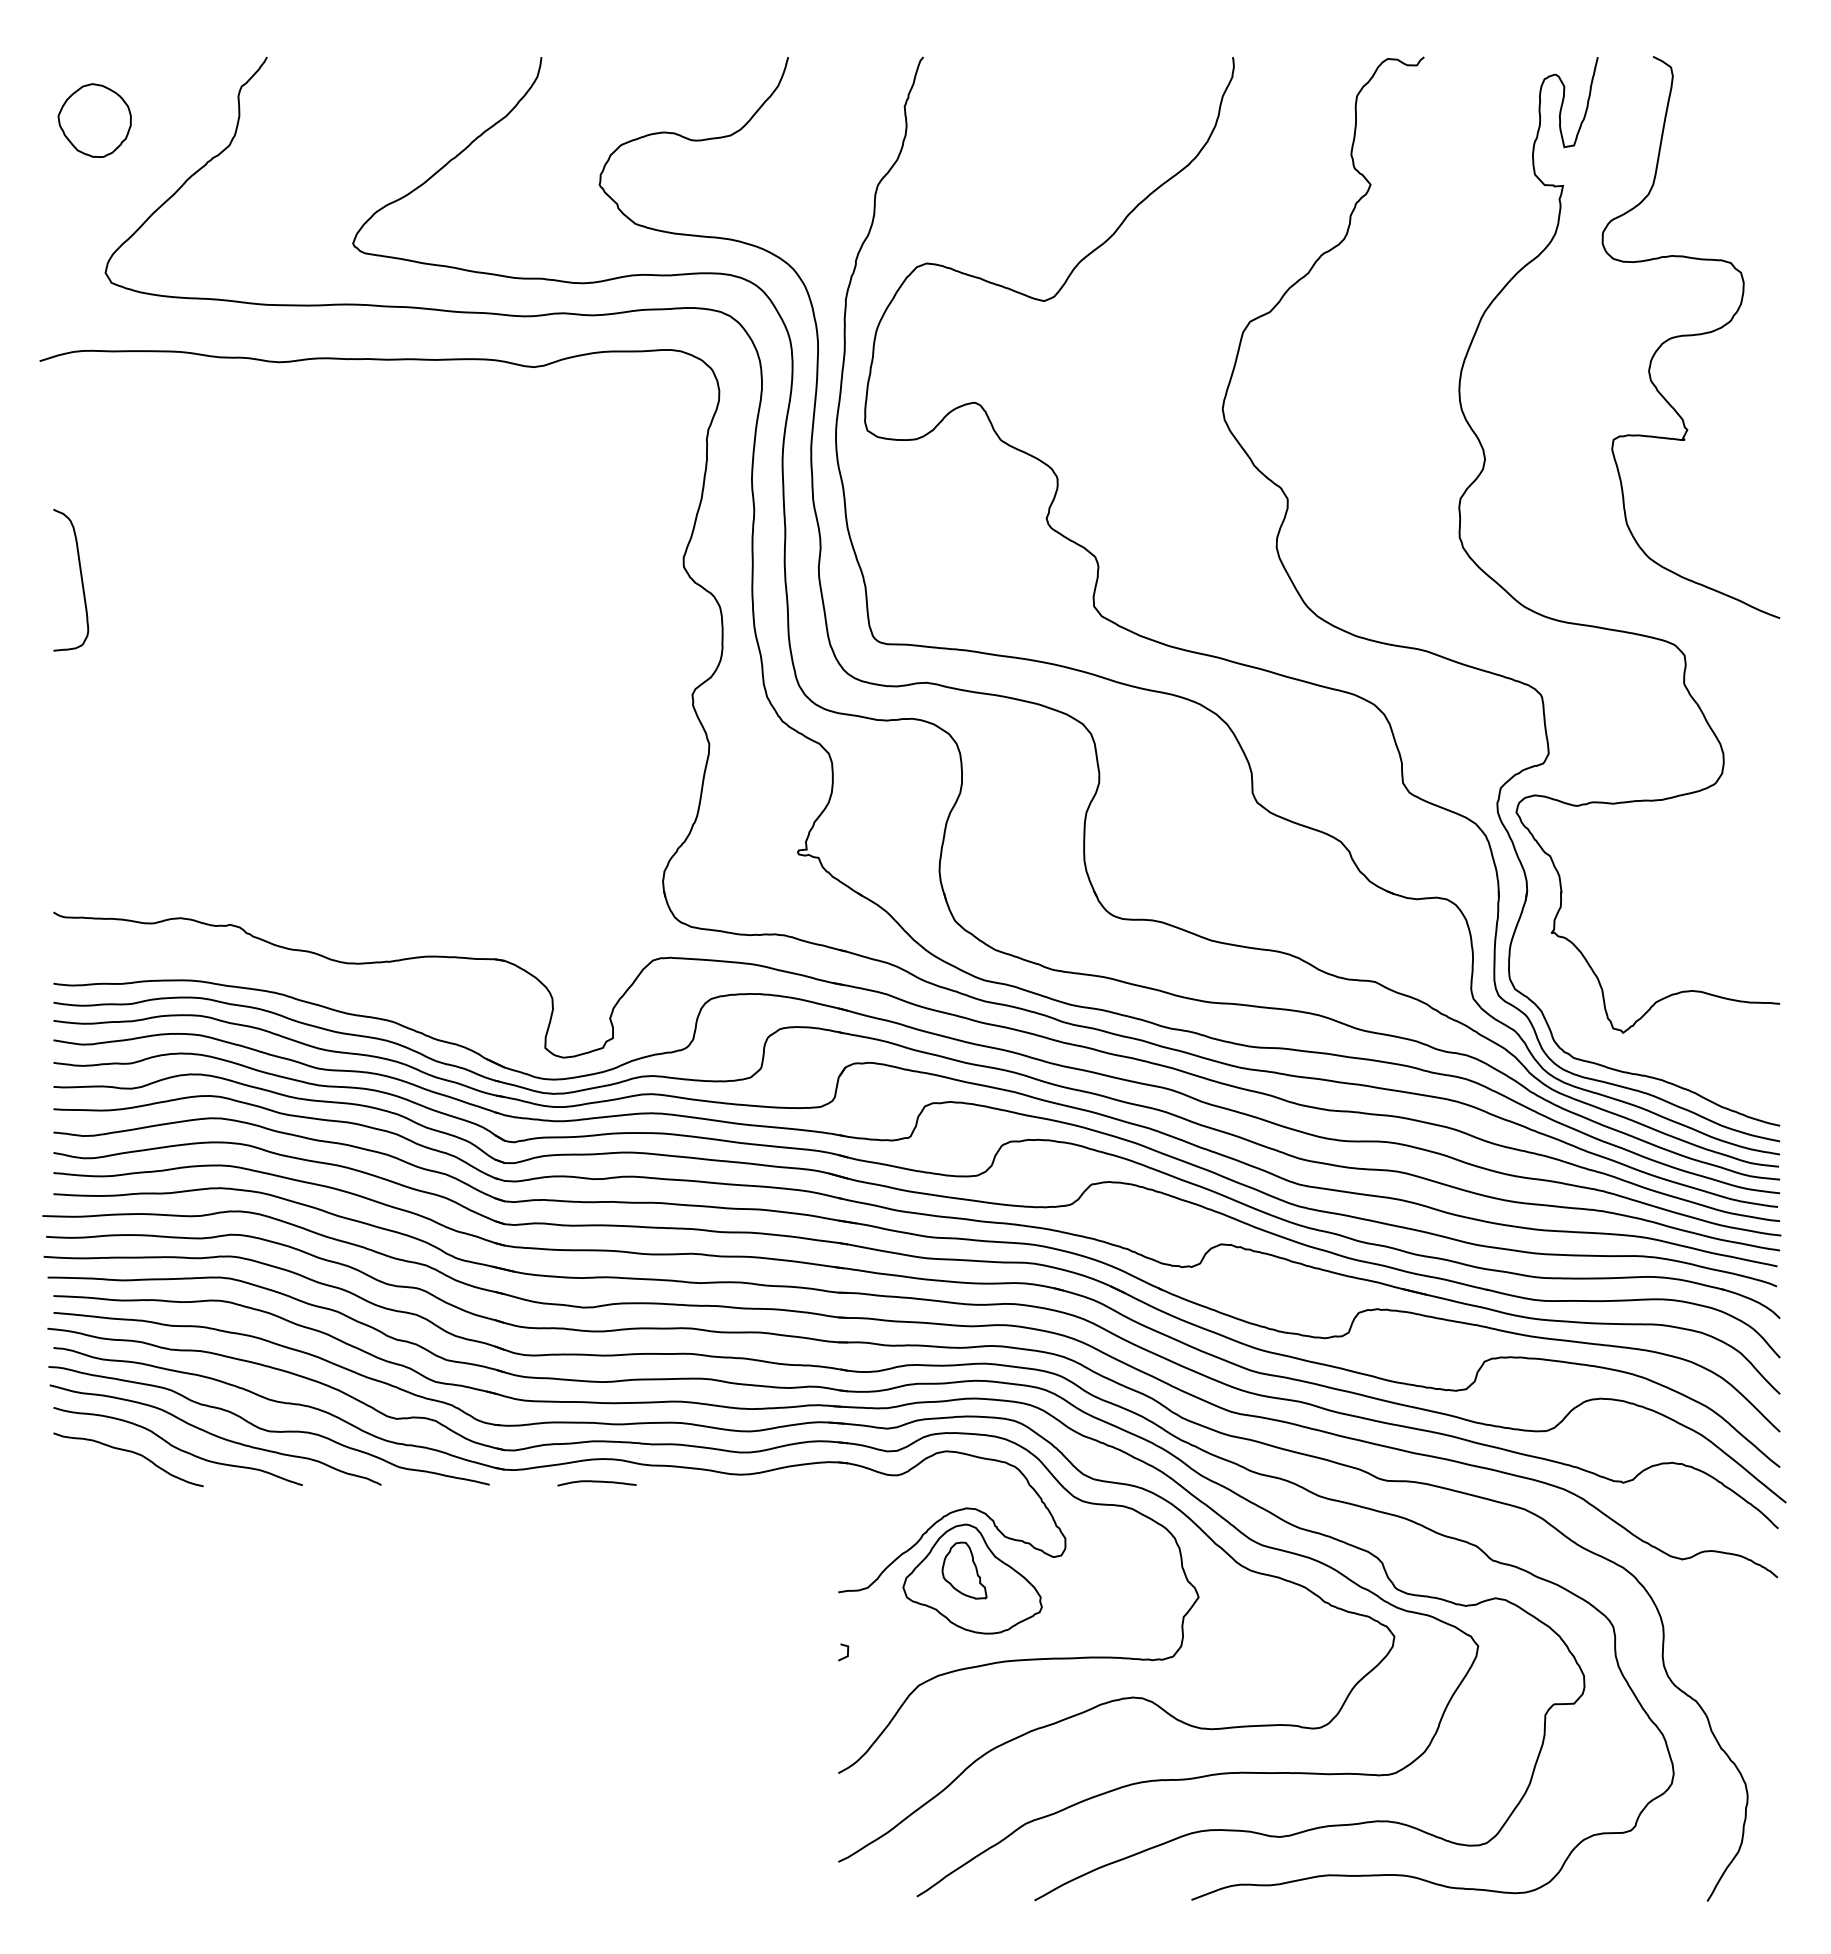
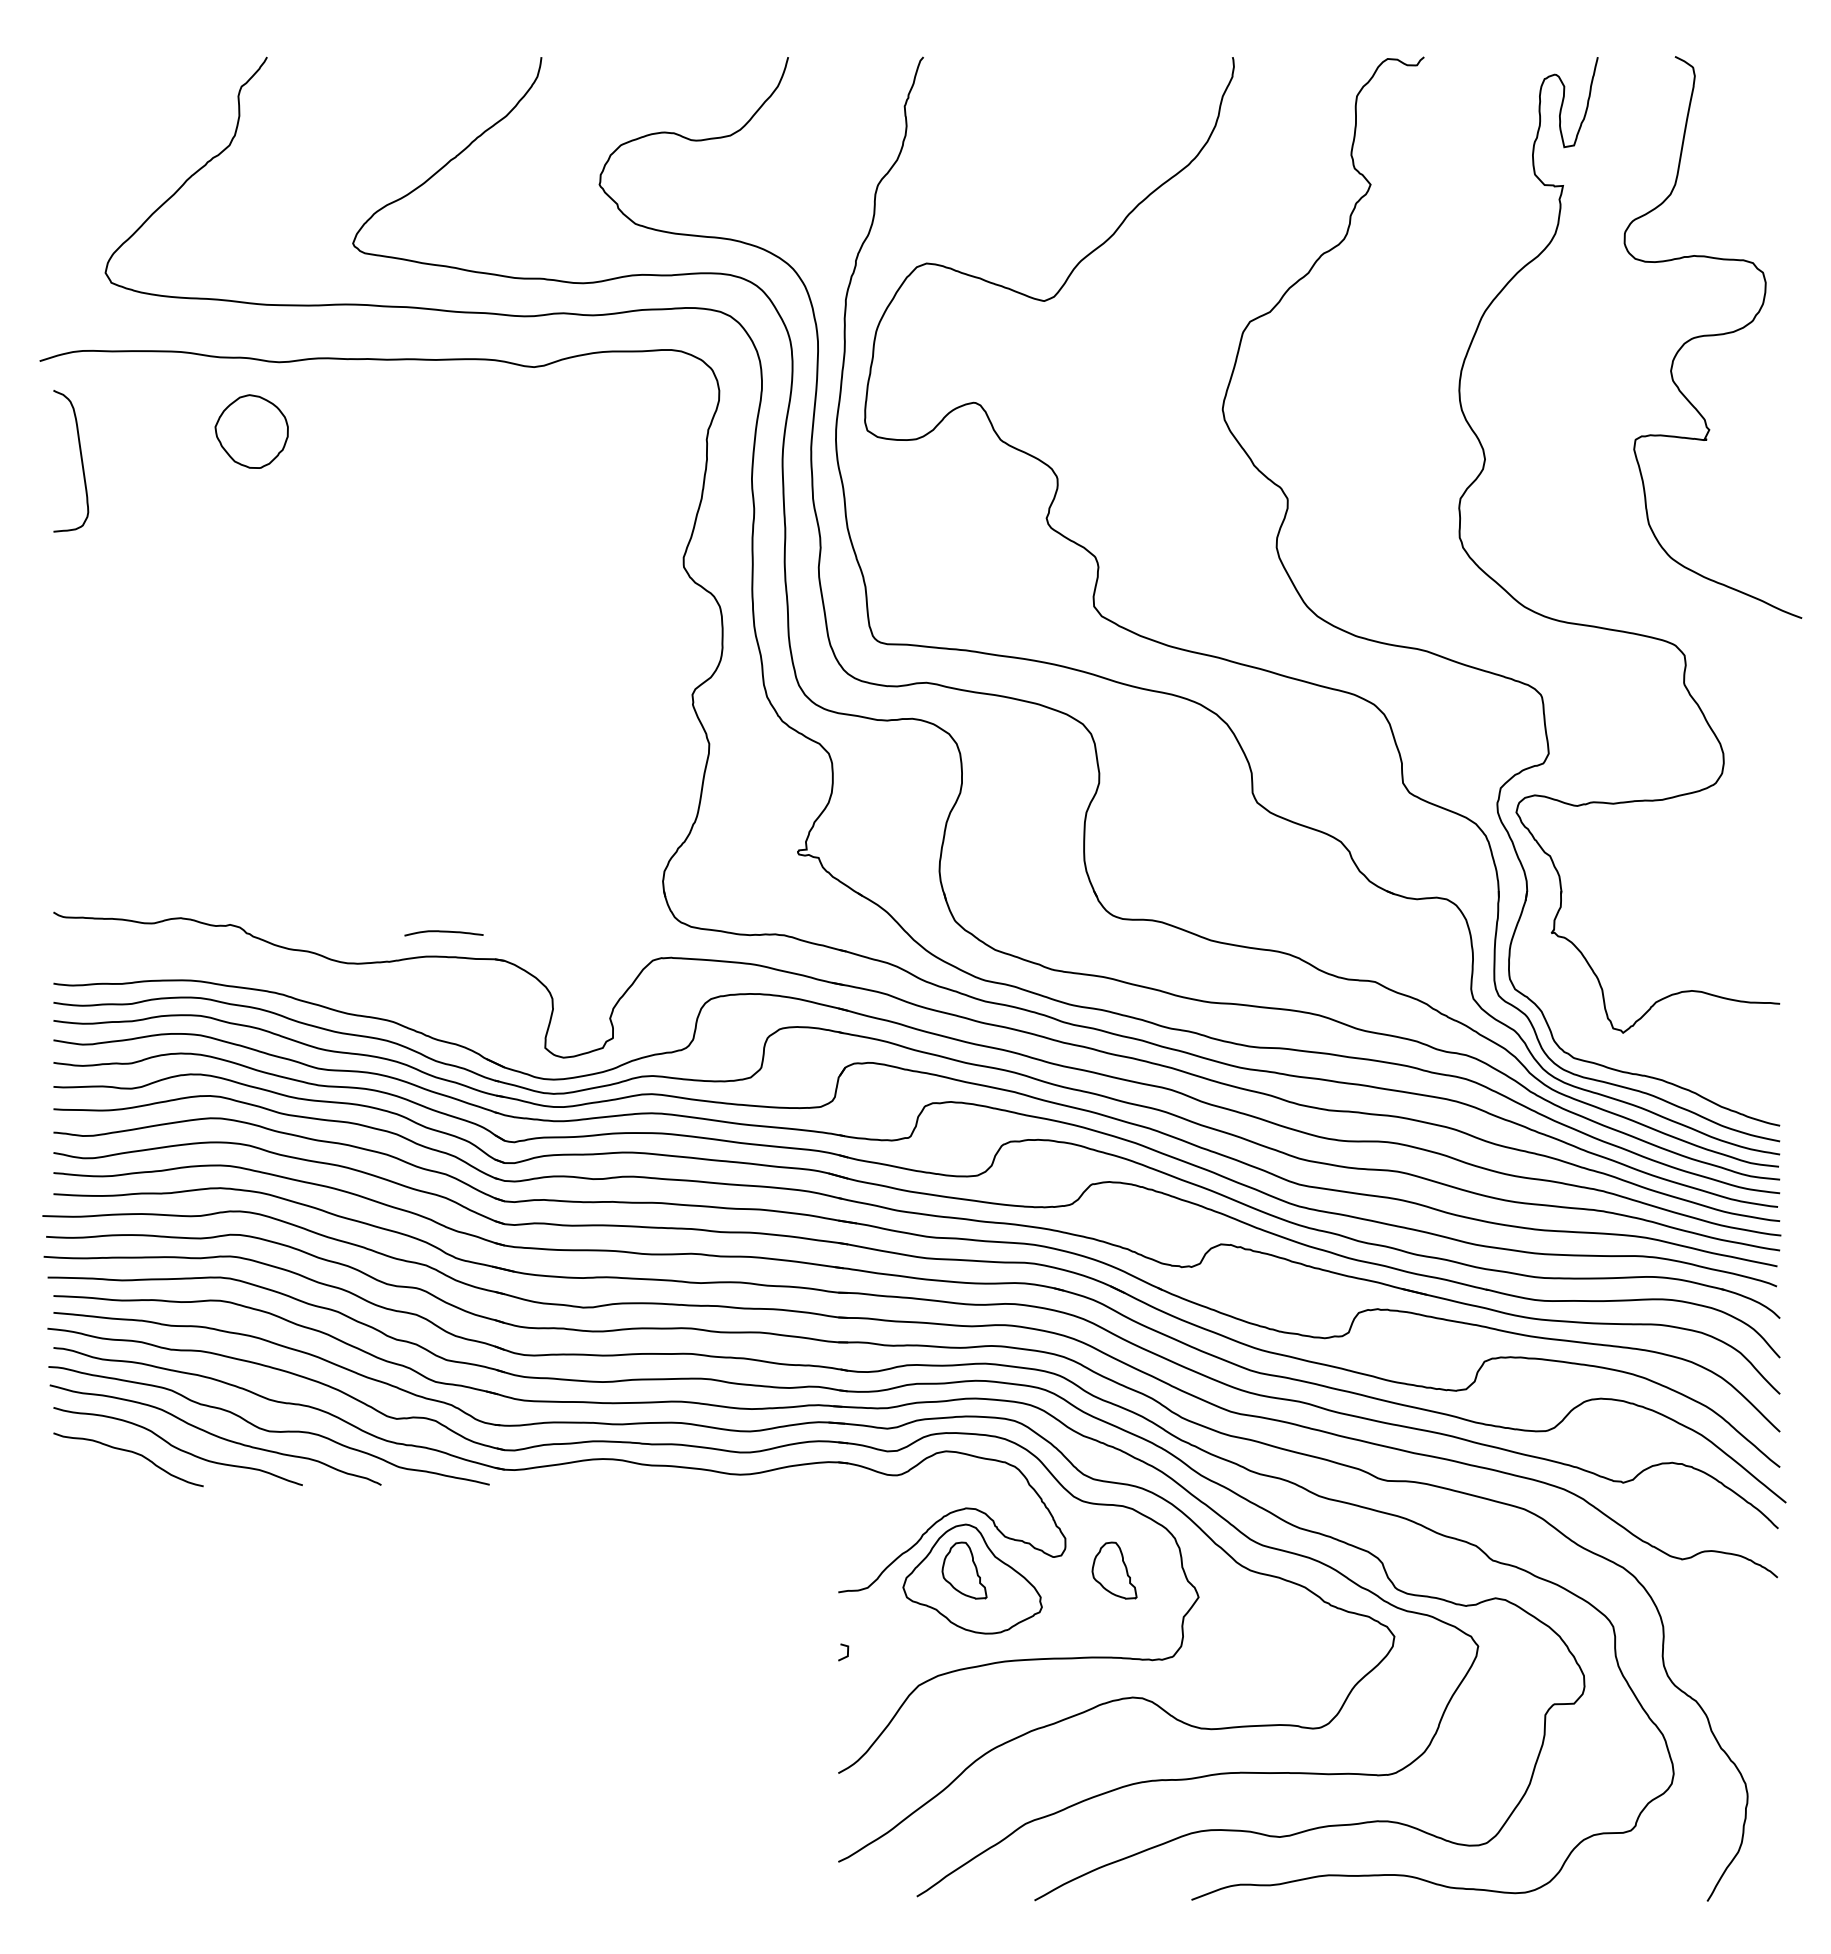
part at (94, 120) position: (94, 120) -> (251, 431)
curve at (1690, 336) position: (1690, 336) -> (1712, 336)
curve at (80, 577) position: (80, 577) -> (80, 458)
curve at (596, 1482) position: (596, 1482) -> (443, 932)
part at (1114, 1570): none -> present
